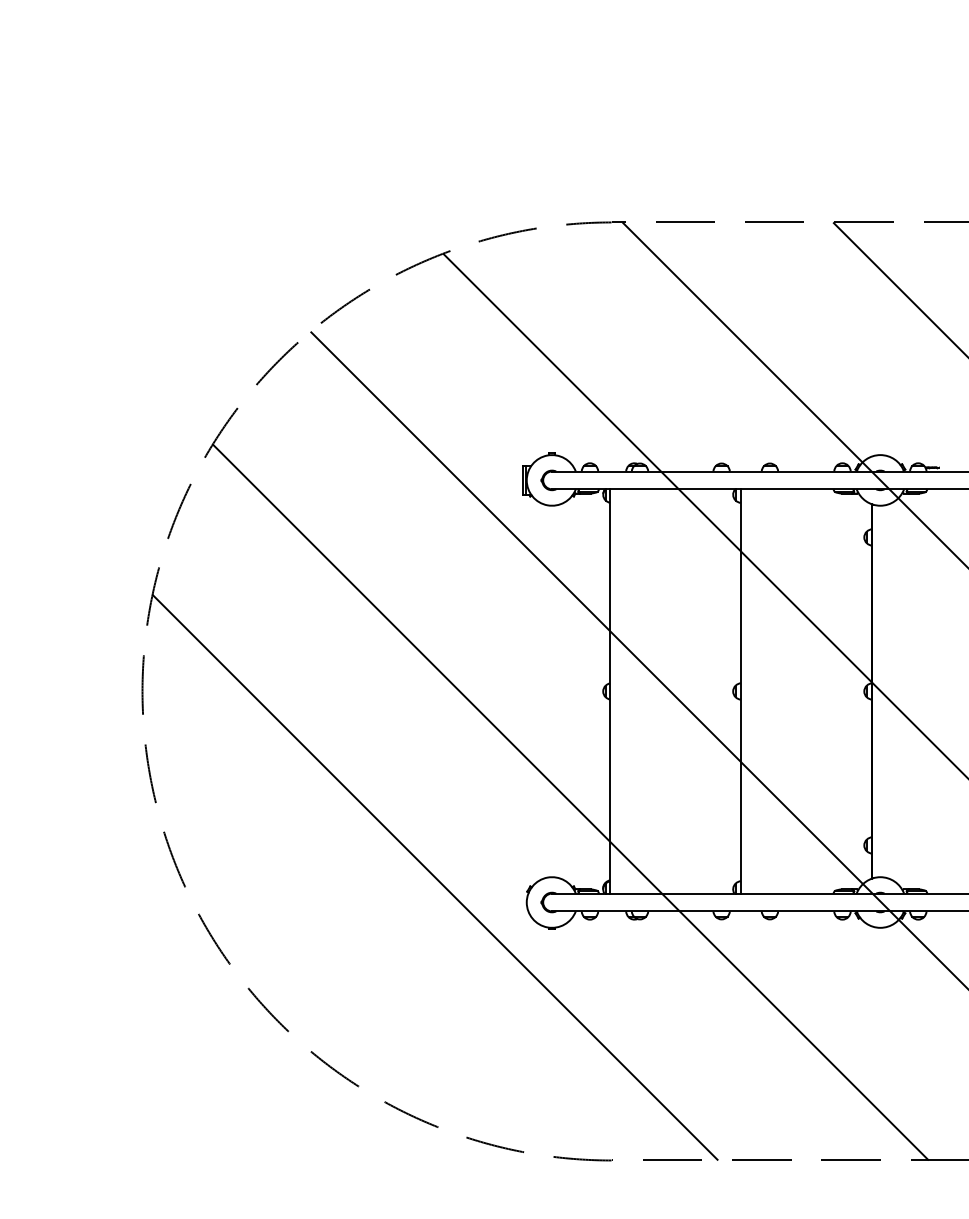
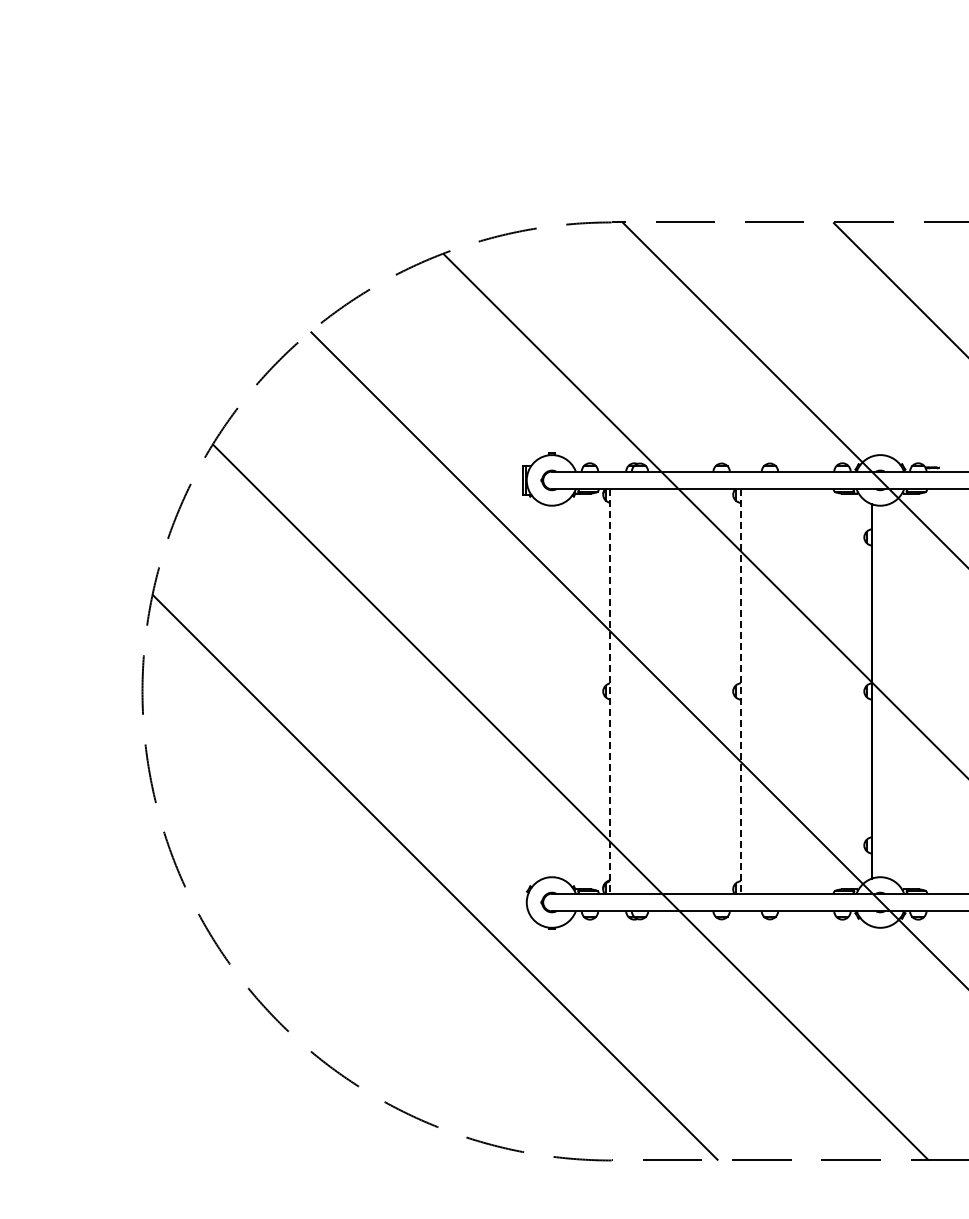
line at (610, 691): solid -> dashed
line at (740, 691): solid -> dashed
